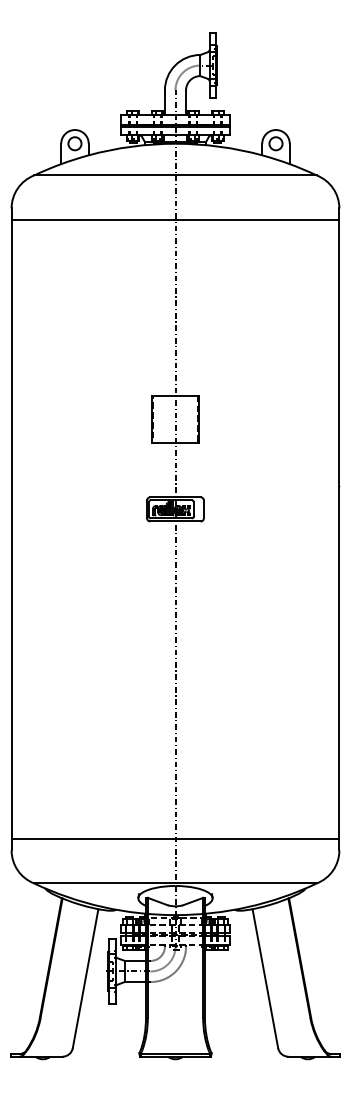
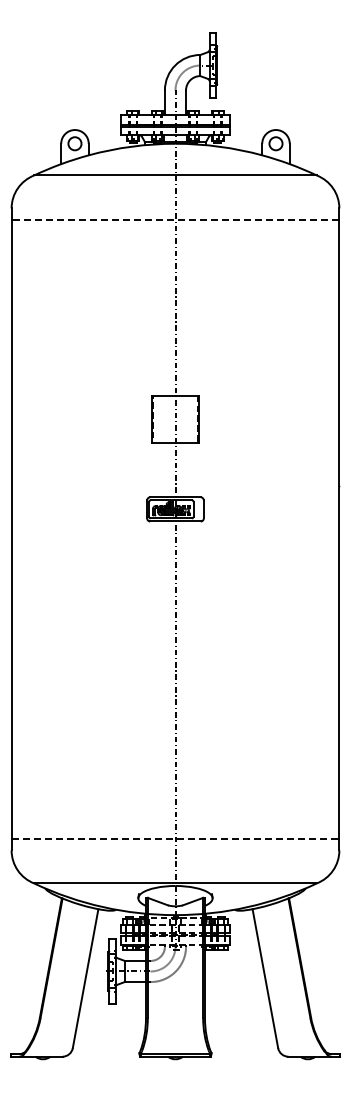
line at (175, 220): solid -> dashed
line at (175, 838): solid -> dashed
